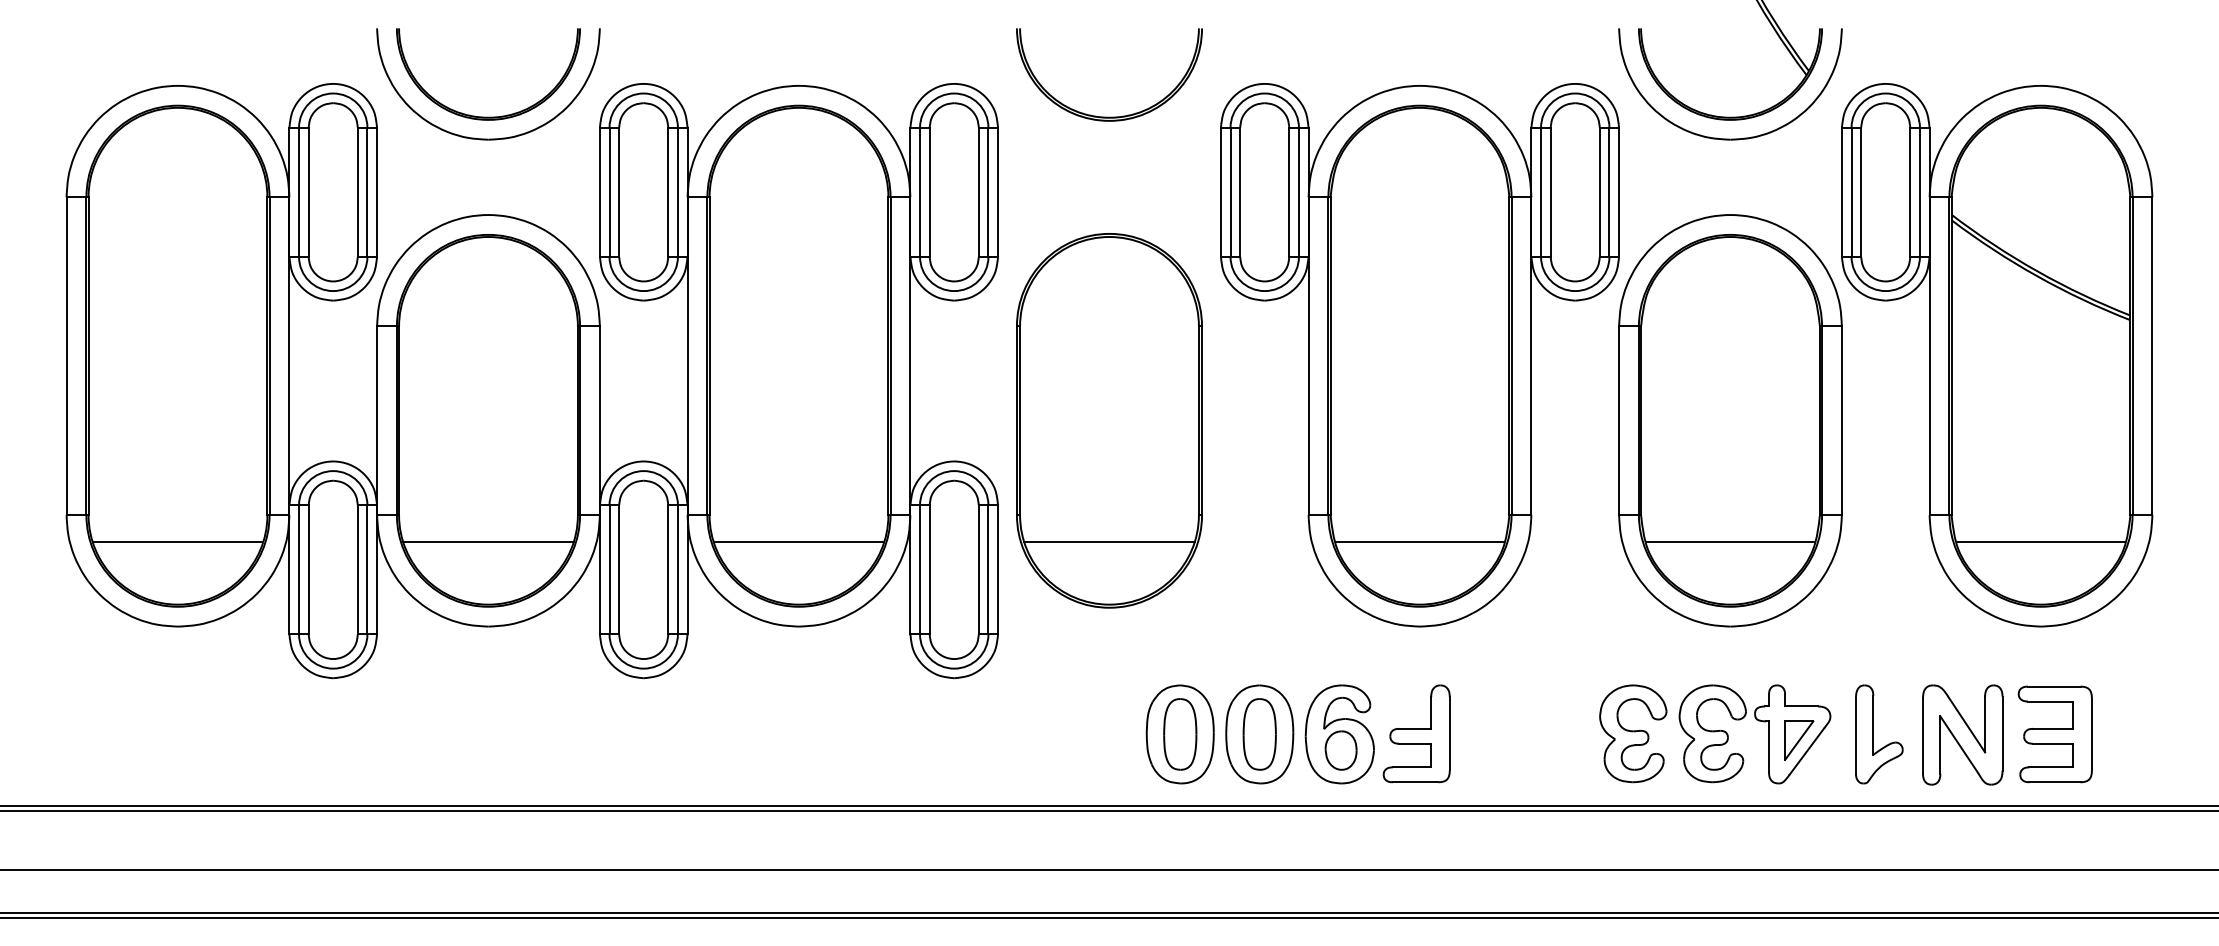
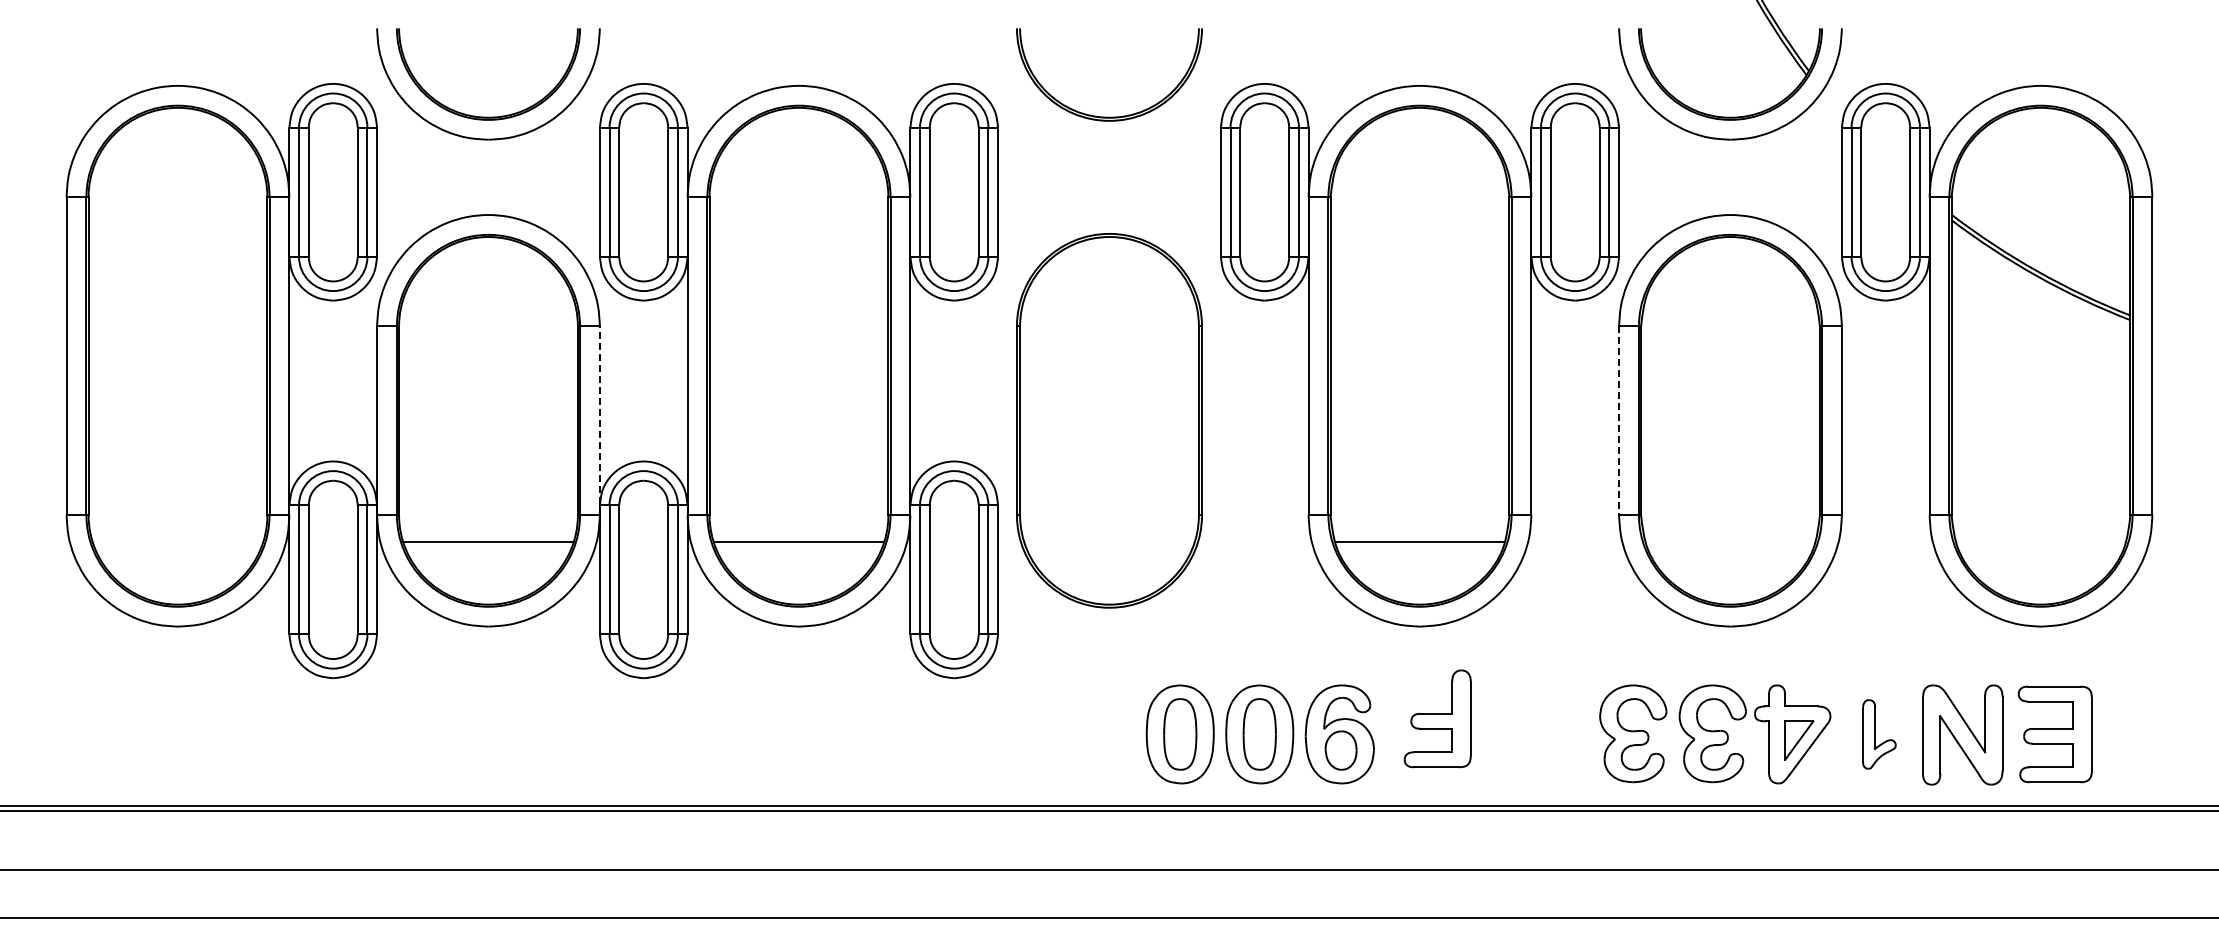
line at (599, 420): solid -> dashed
line at (1619, 421): solid -> dashed
line at (177, 541): present -> none
line at (1109, 541): present -> none
line at (1730, 541): present -> none
line at (2040, 541): present -> none
part at (1416, 733) position: (1416, 733) -> (1437, 718)
part at (1879, 734) size: 49x101 px -> 35x71 px
line at (1108, 912): present -> none
